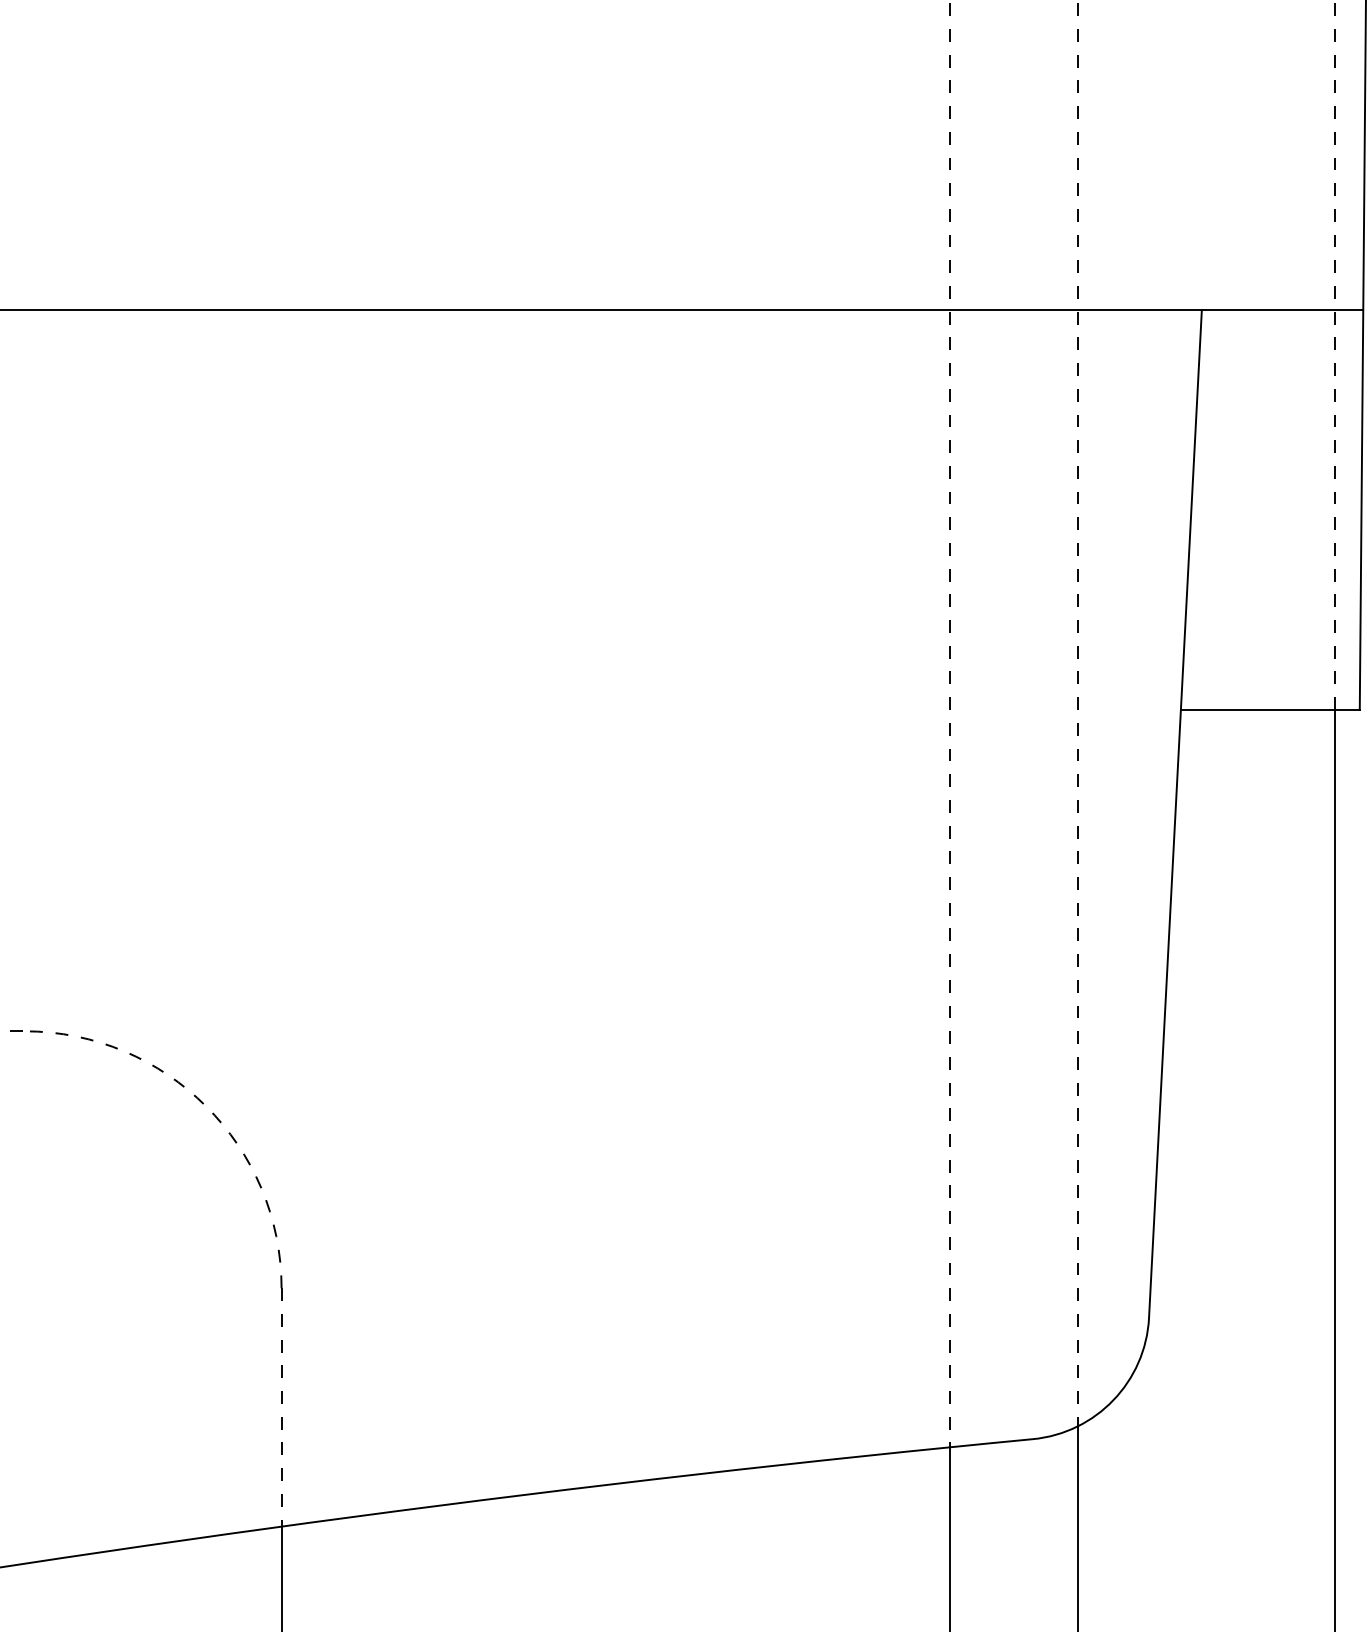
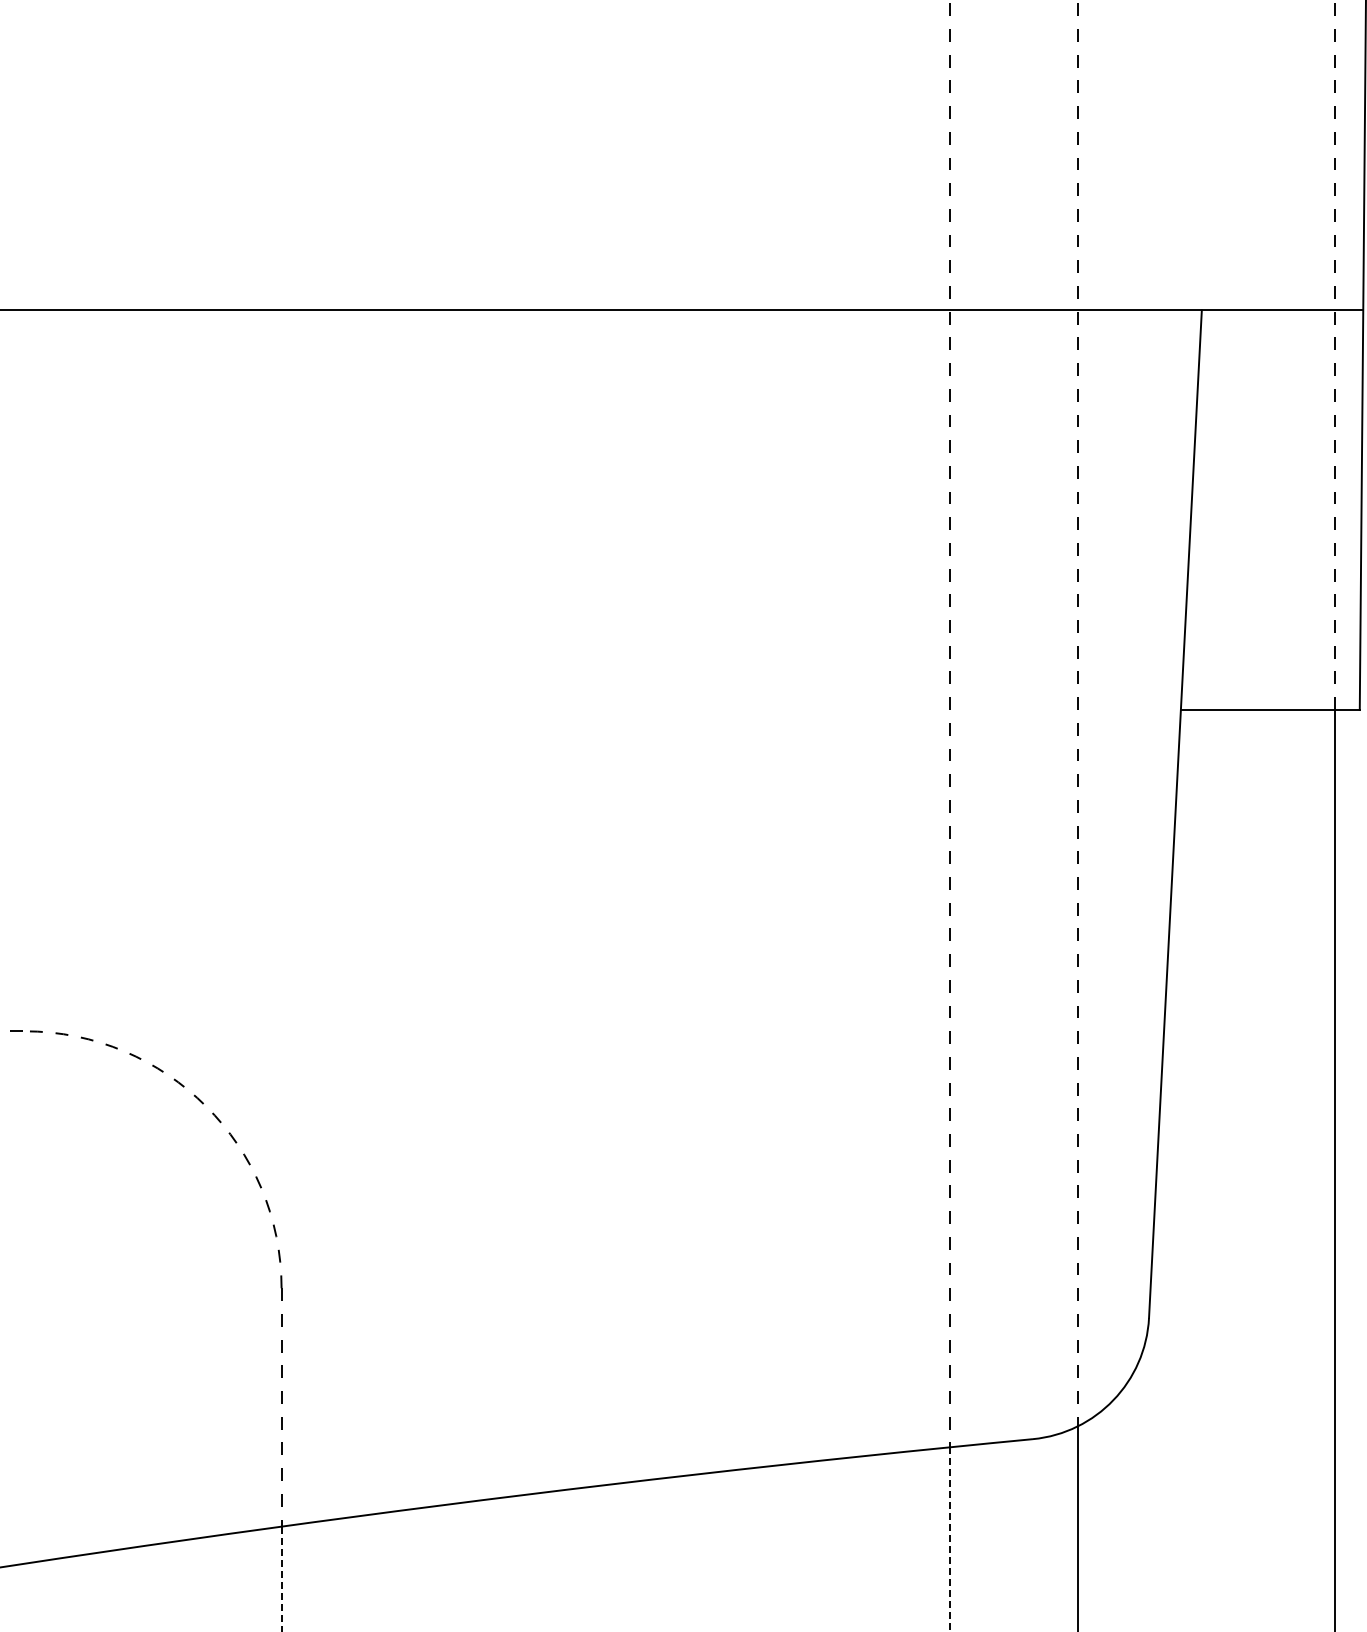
line at (949, 1539): solid -> dashed
line at (281, 1579): solid -> dashed
